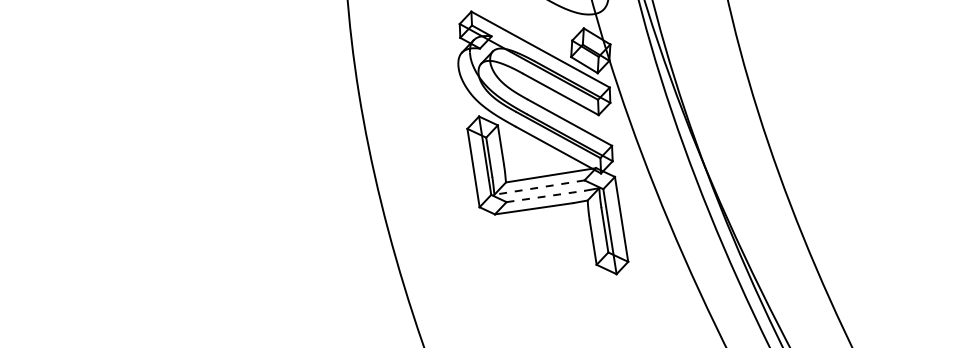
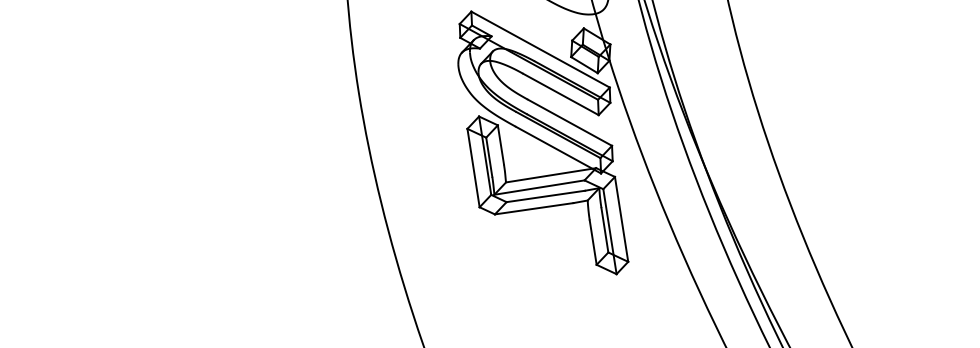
line at (539, 187): dashed -> solid
line at (545, 196): dashed -> solid
